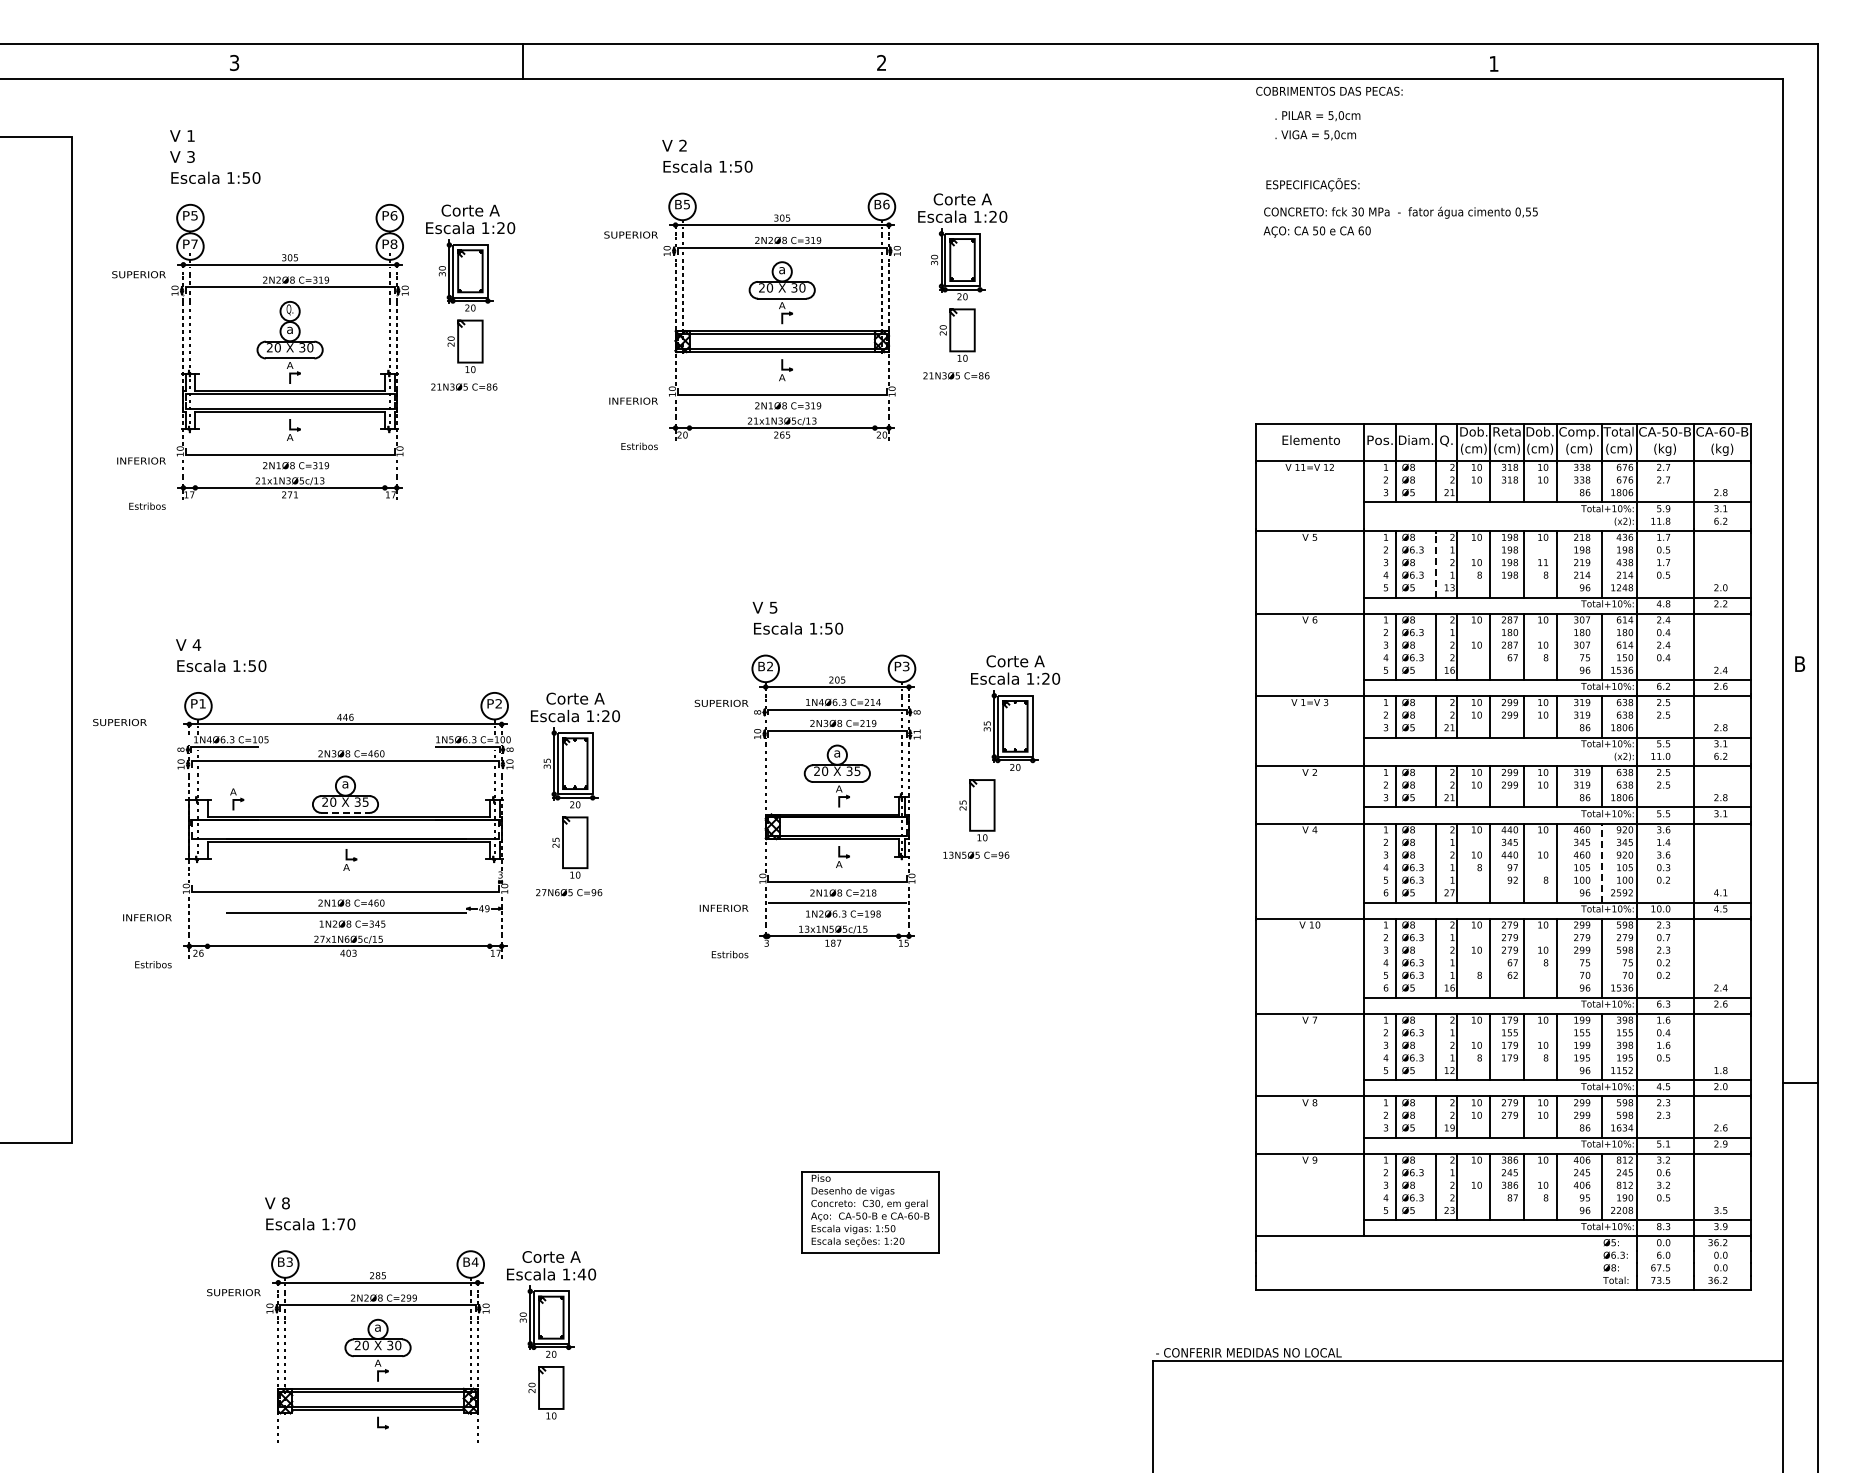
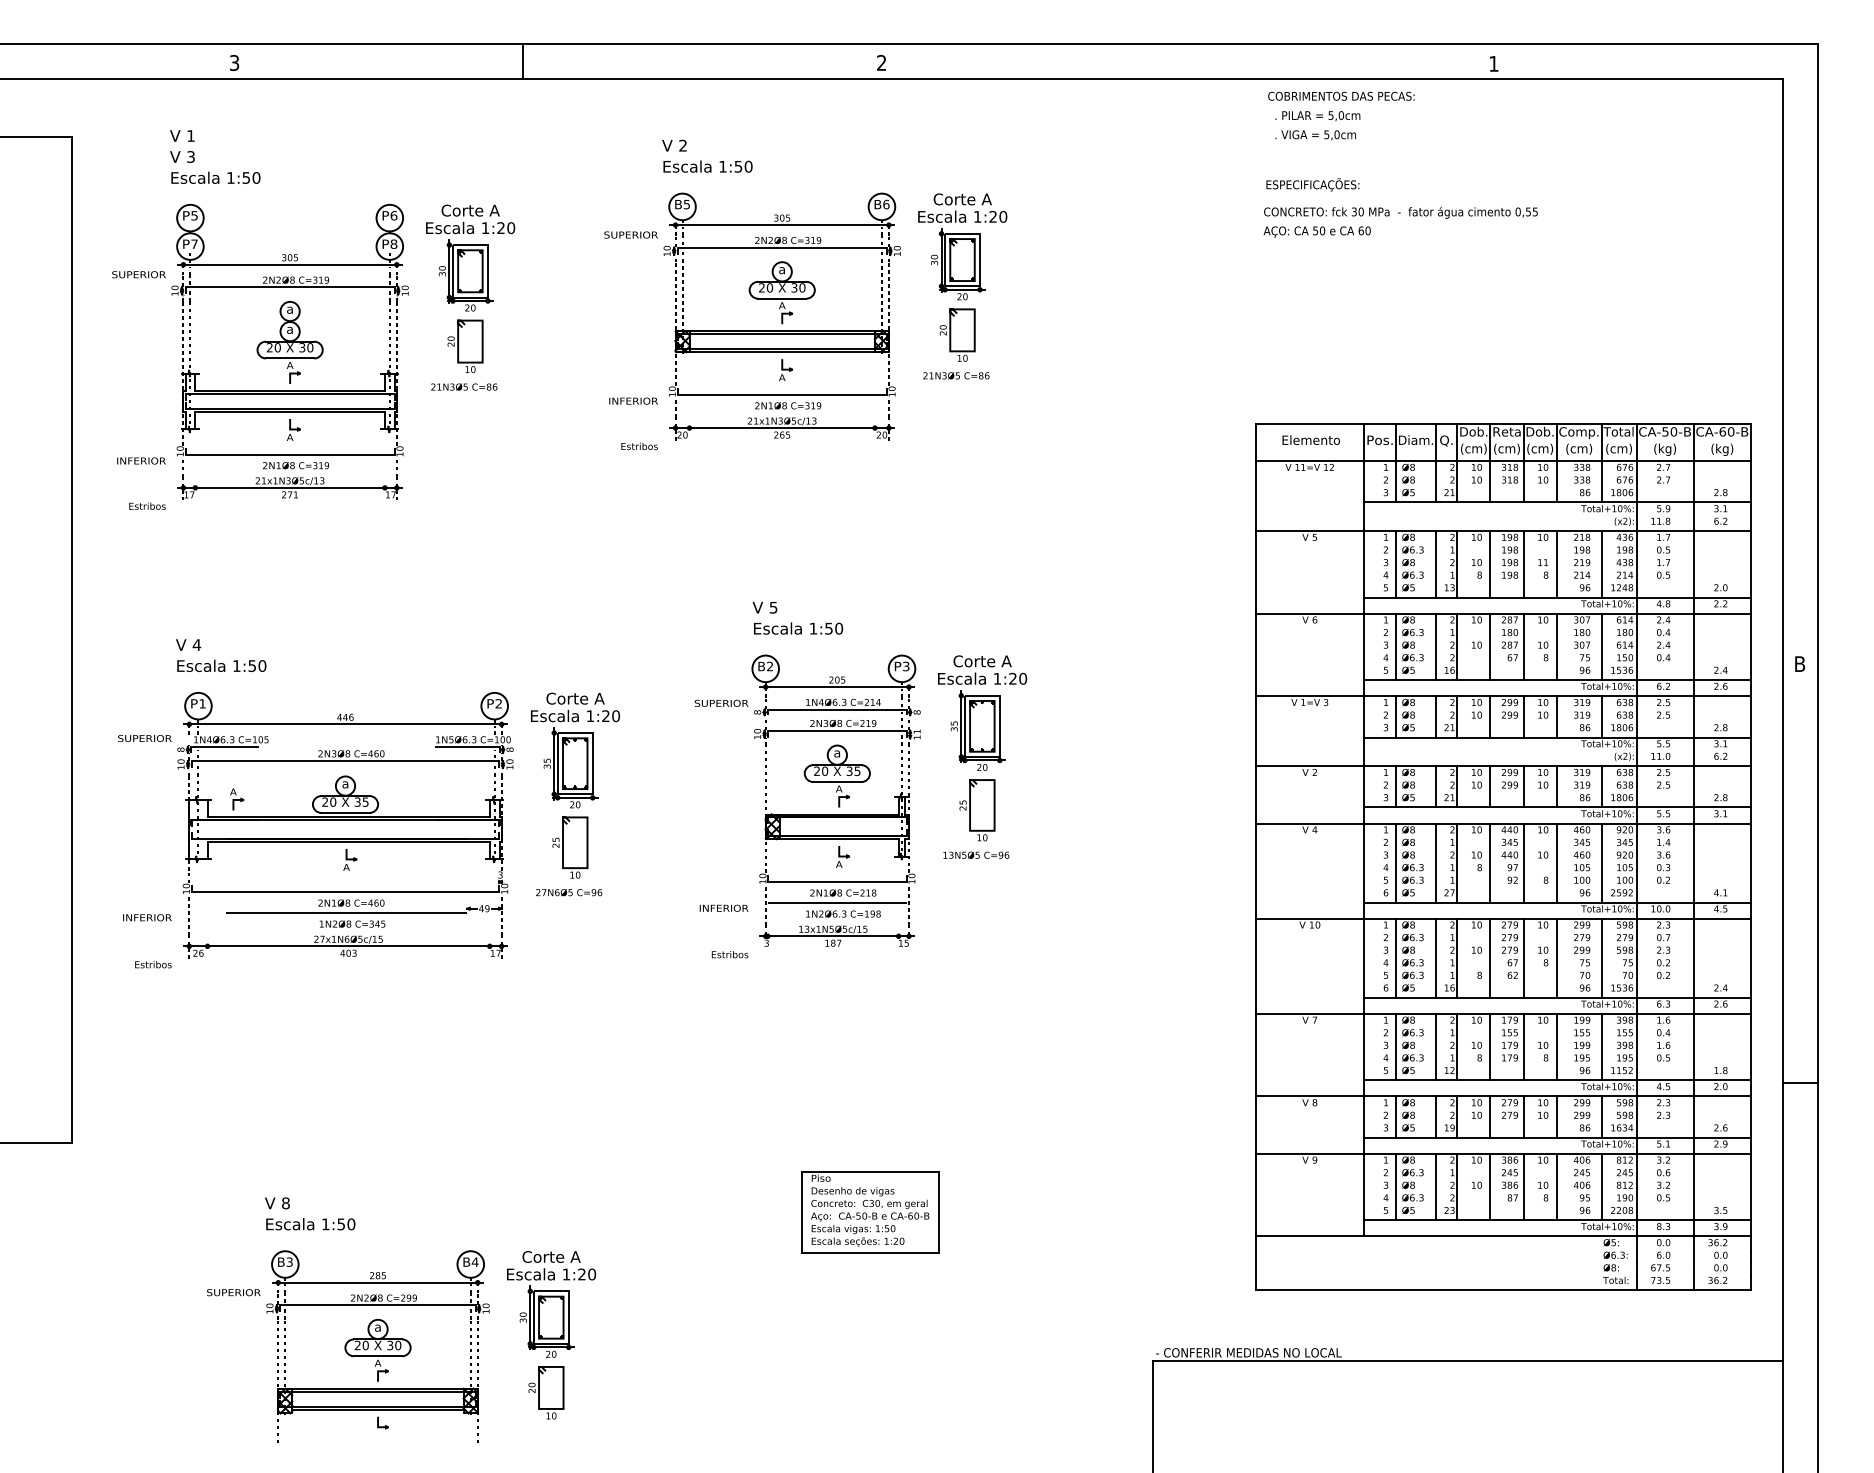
text at (1329, 90) position: (1329, 90) -> (1341, 95)
text at (289, 309): Q. -> a
line at (1436, 564): dashed -> solid
part at (1015, 712) position: (1015, 712) -> (982, 712)
text at (119, 722) position: (119, 722) -> (144, 738)
line at (346, 812): dashed -> solid
line at (1601, 863): dashed -> solid
text at (340, 1224): 1:70 -> 1:50
text at (581, 1274): 1:40 -> 1:20
